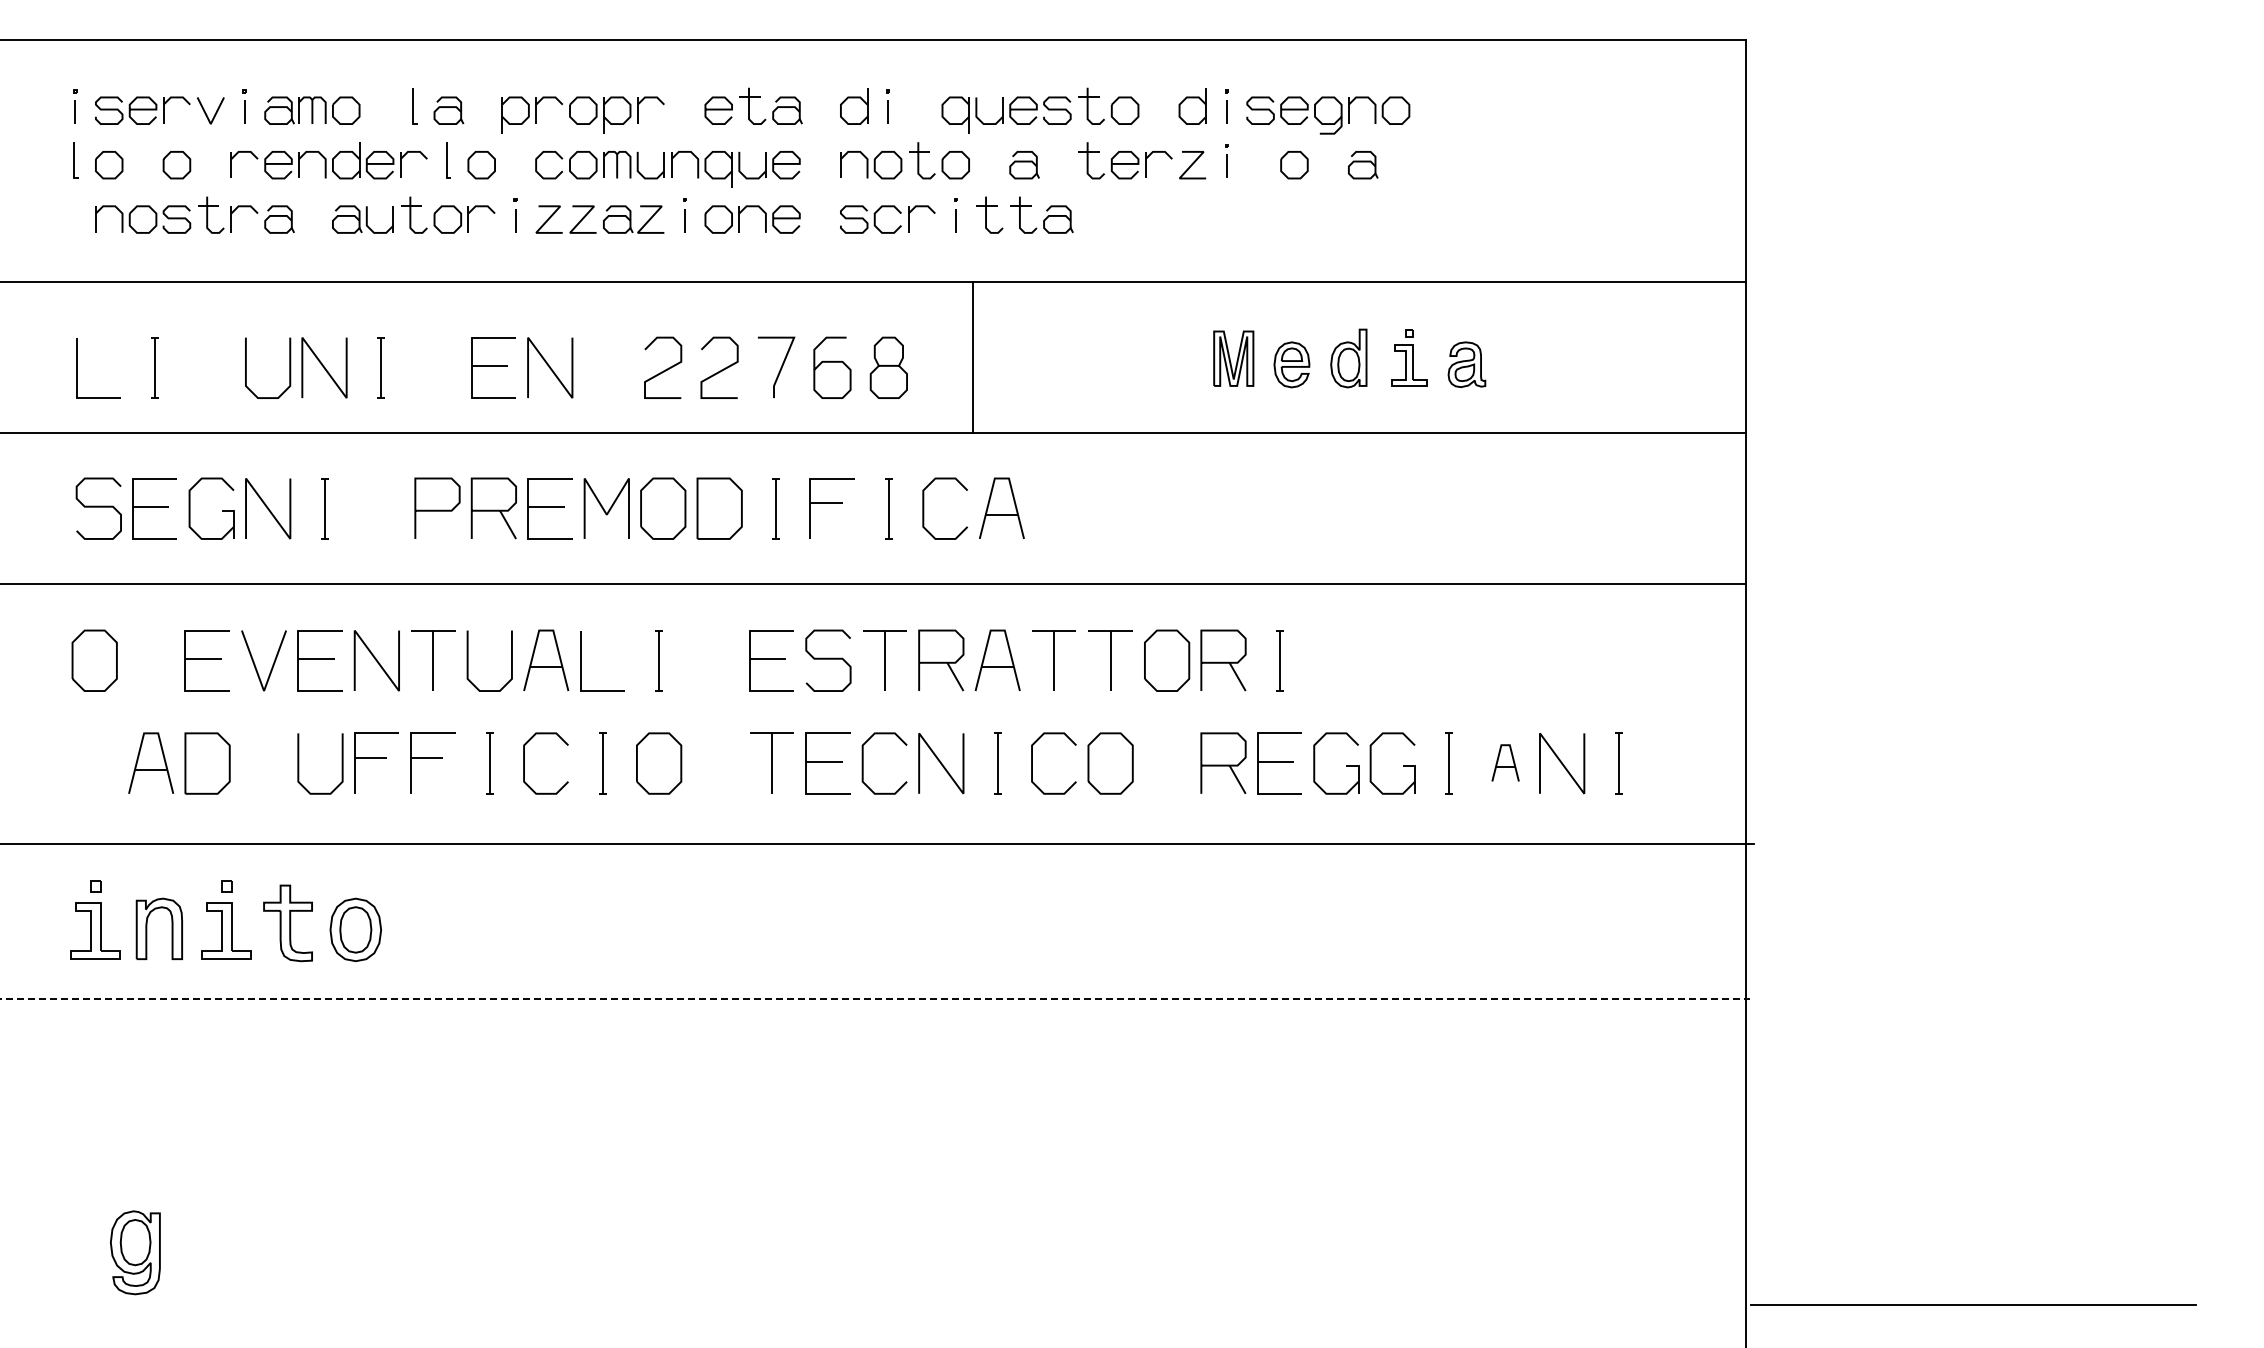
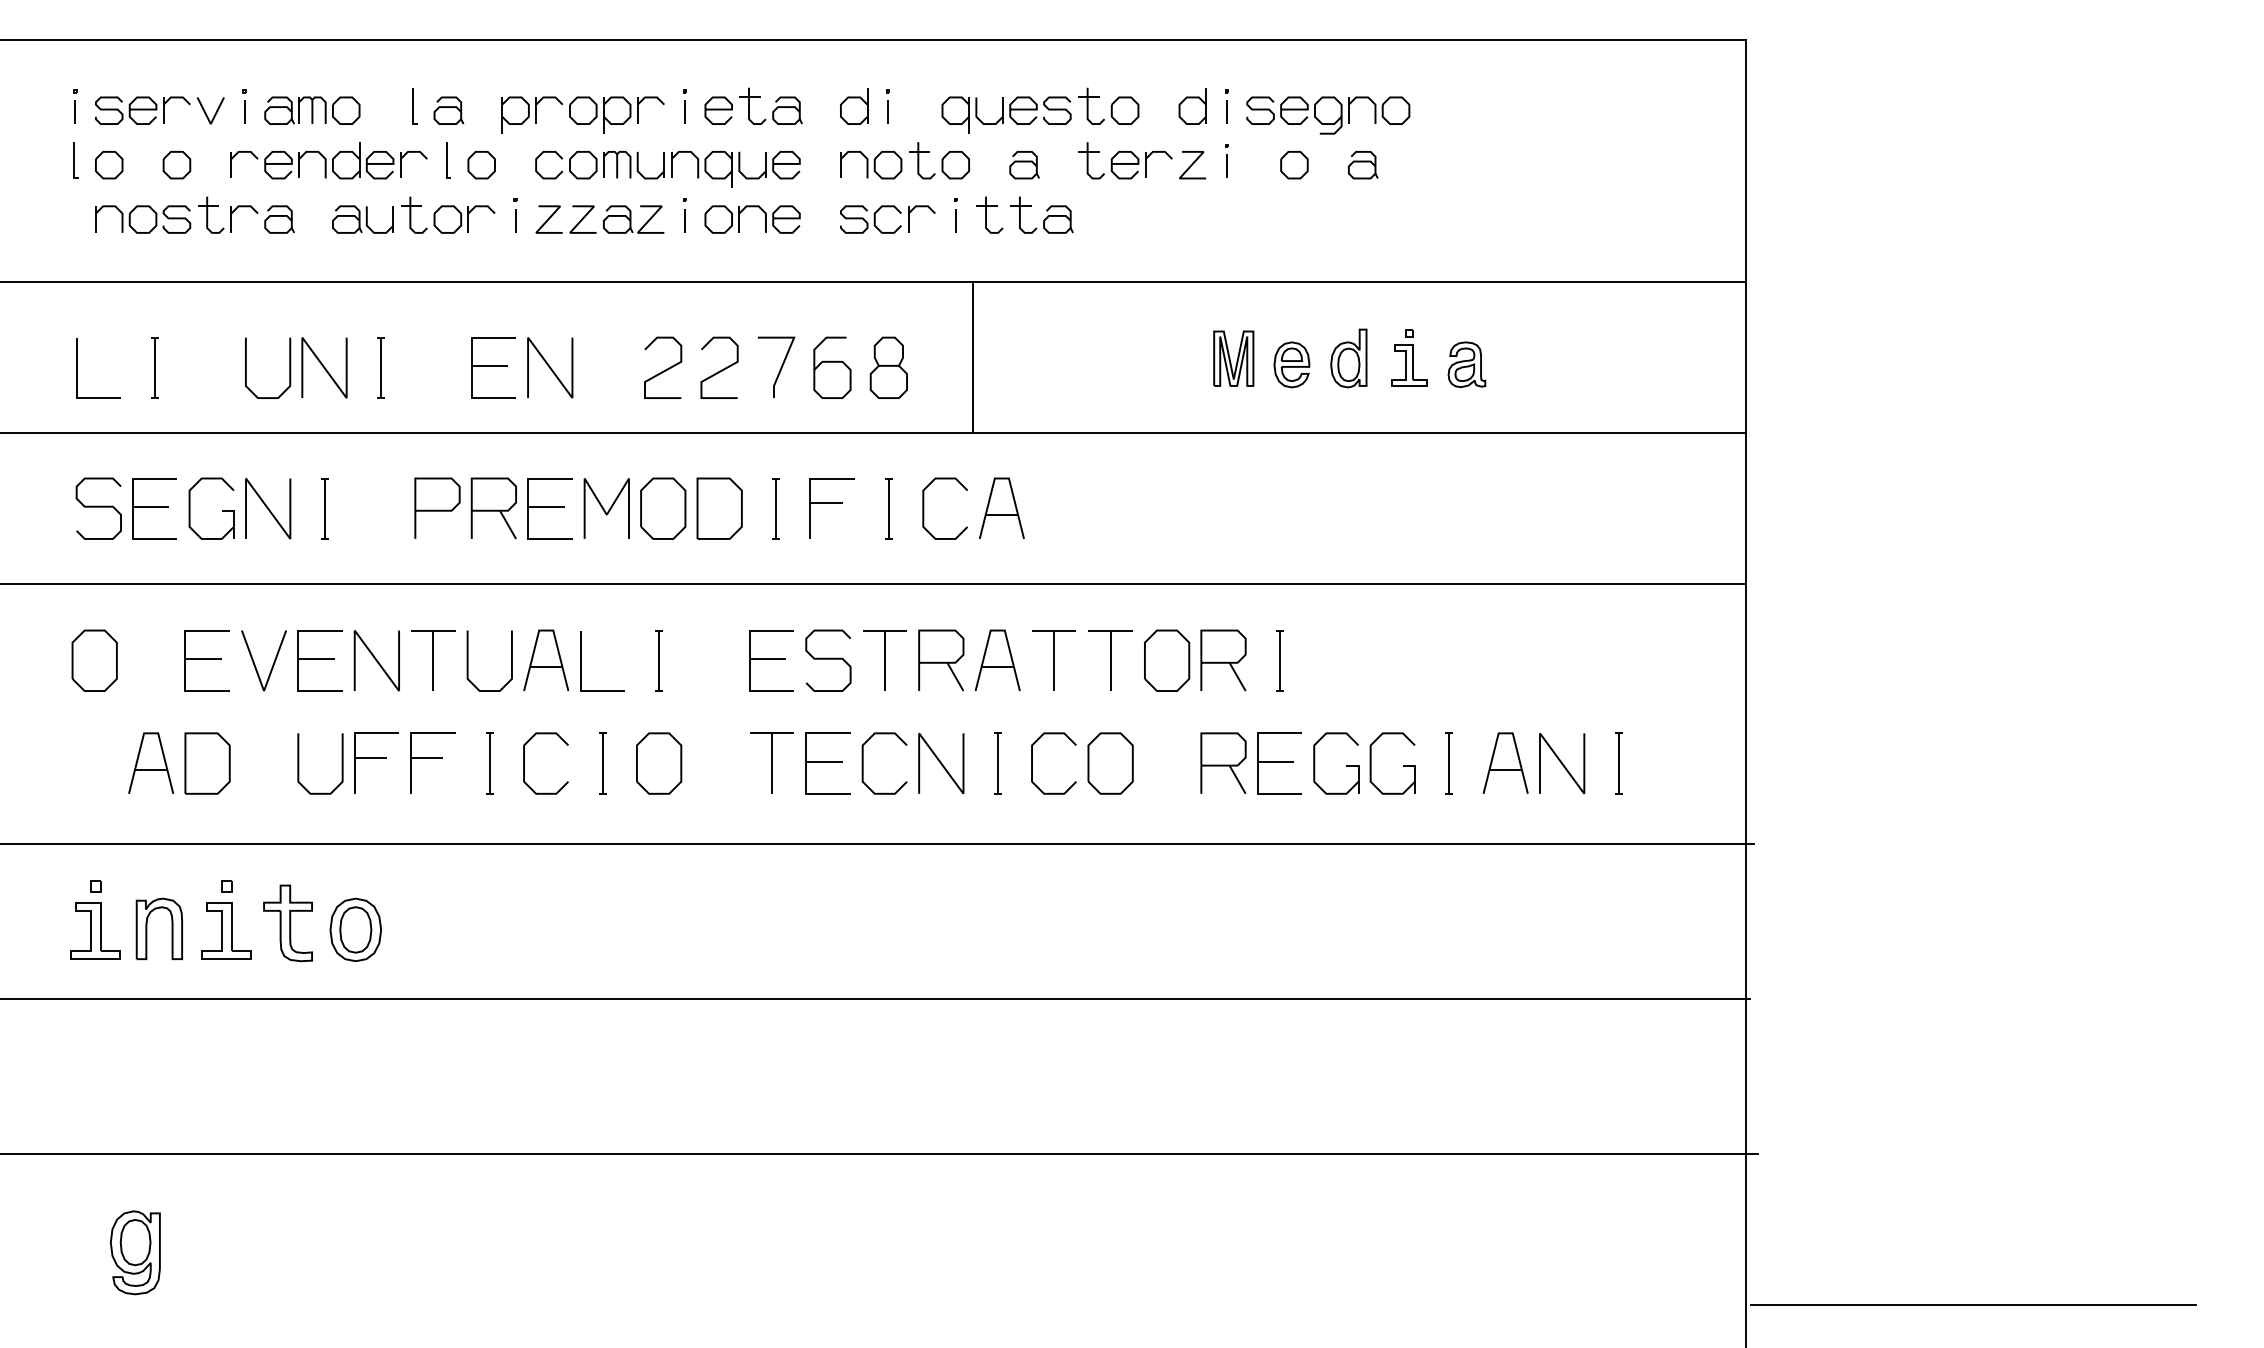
part at (684, 106): none -> present
part at (1505, 762) size: 29x38 px -> 47x62 px
line at (875, 999): dashed -> solid
line at (880, 1154): none -> present
